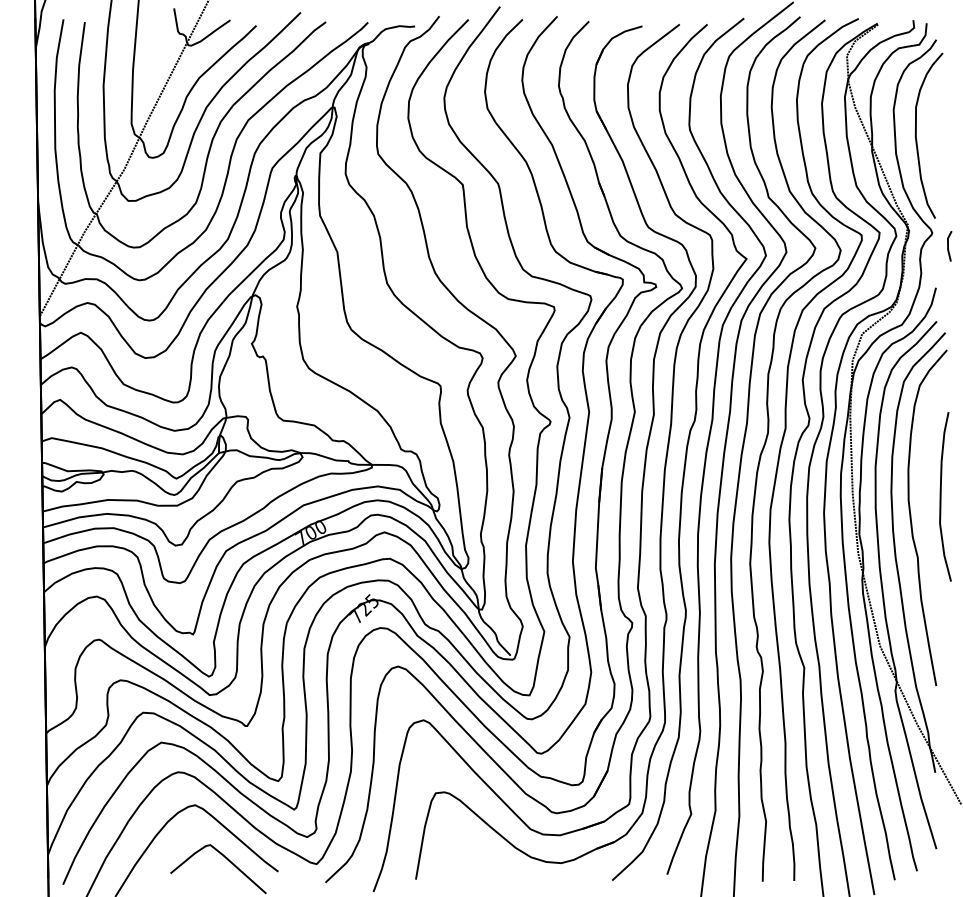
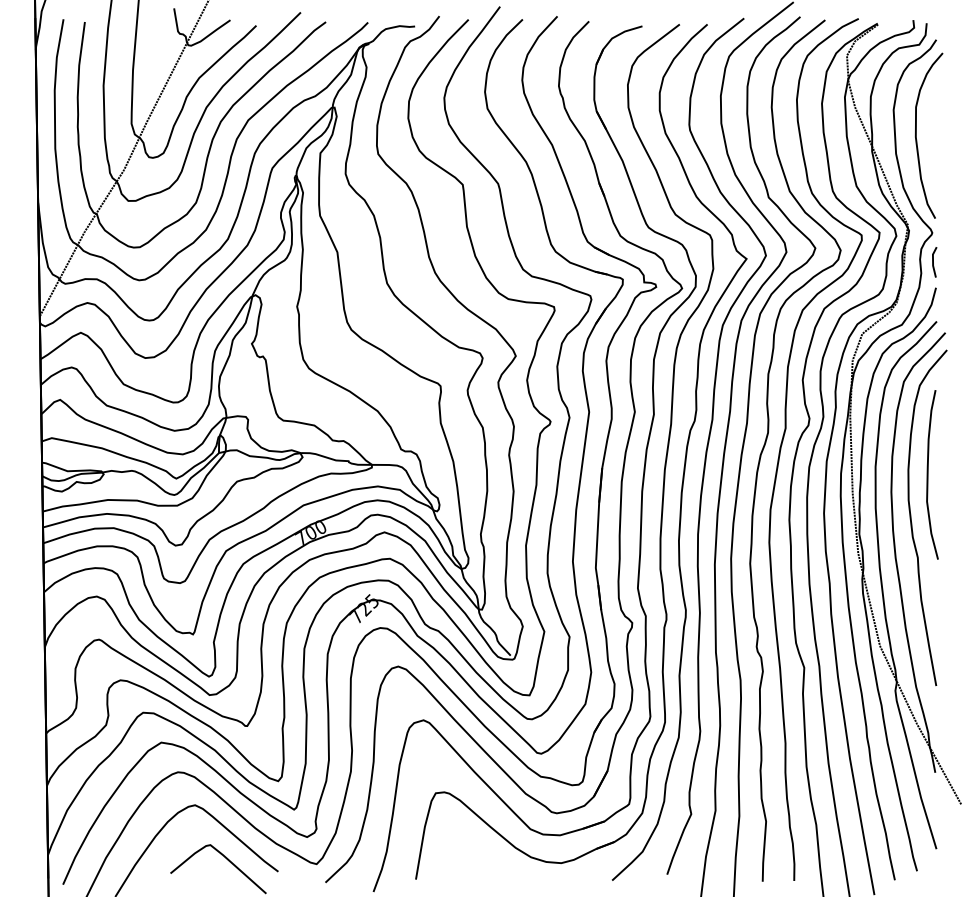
line at (948, 246) position: (948, 246) -> (933, 262)
curve at (941, 496) position: (941, 496) -> (928, 474)
